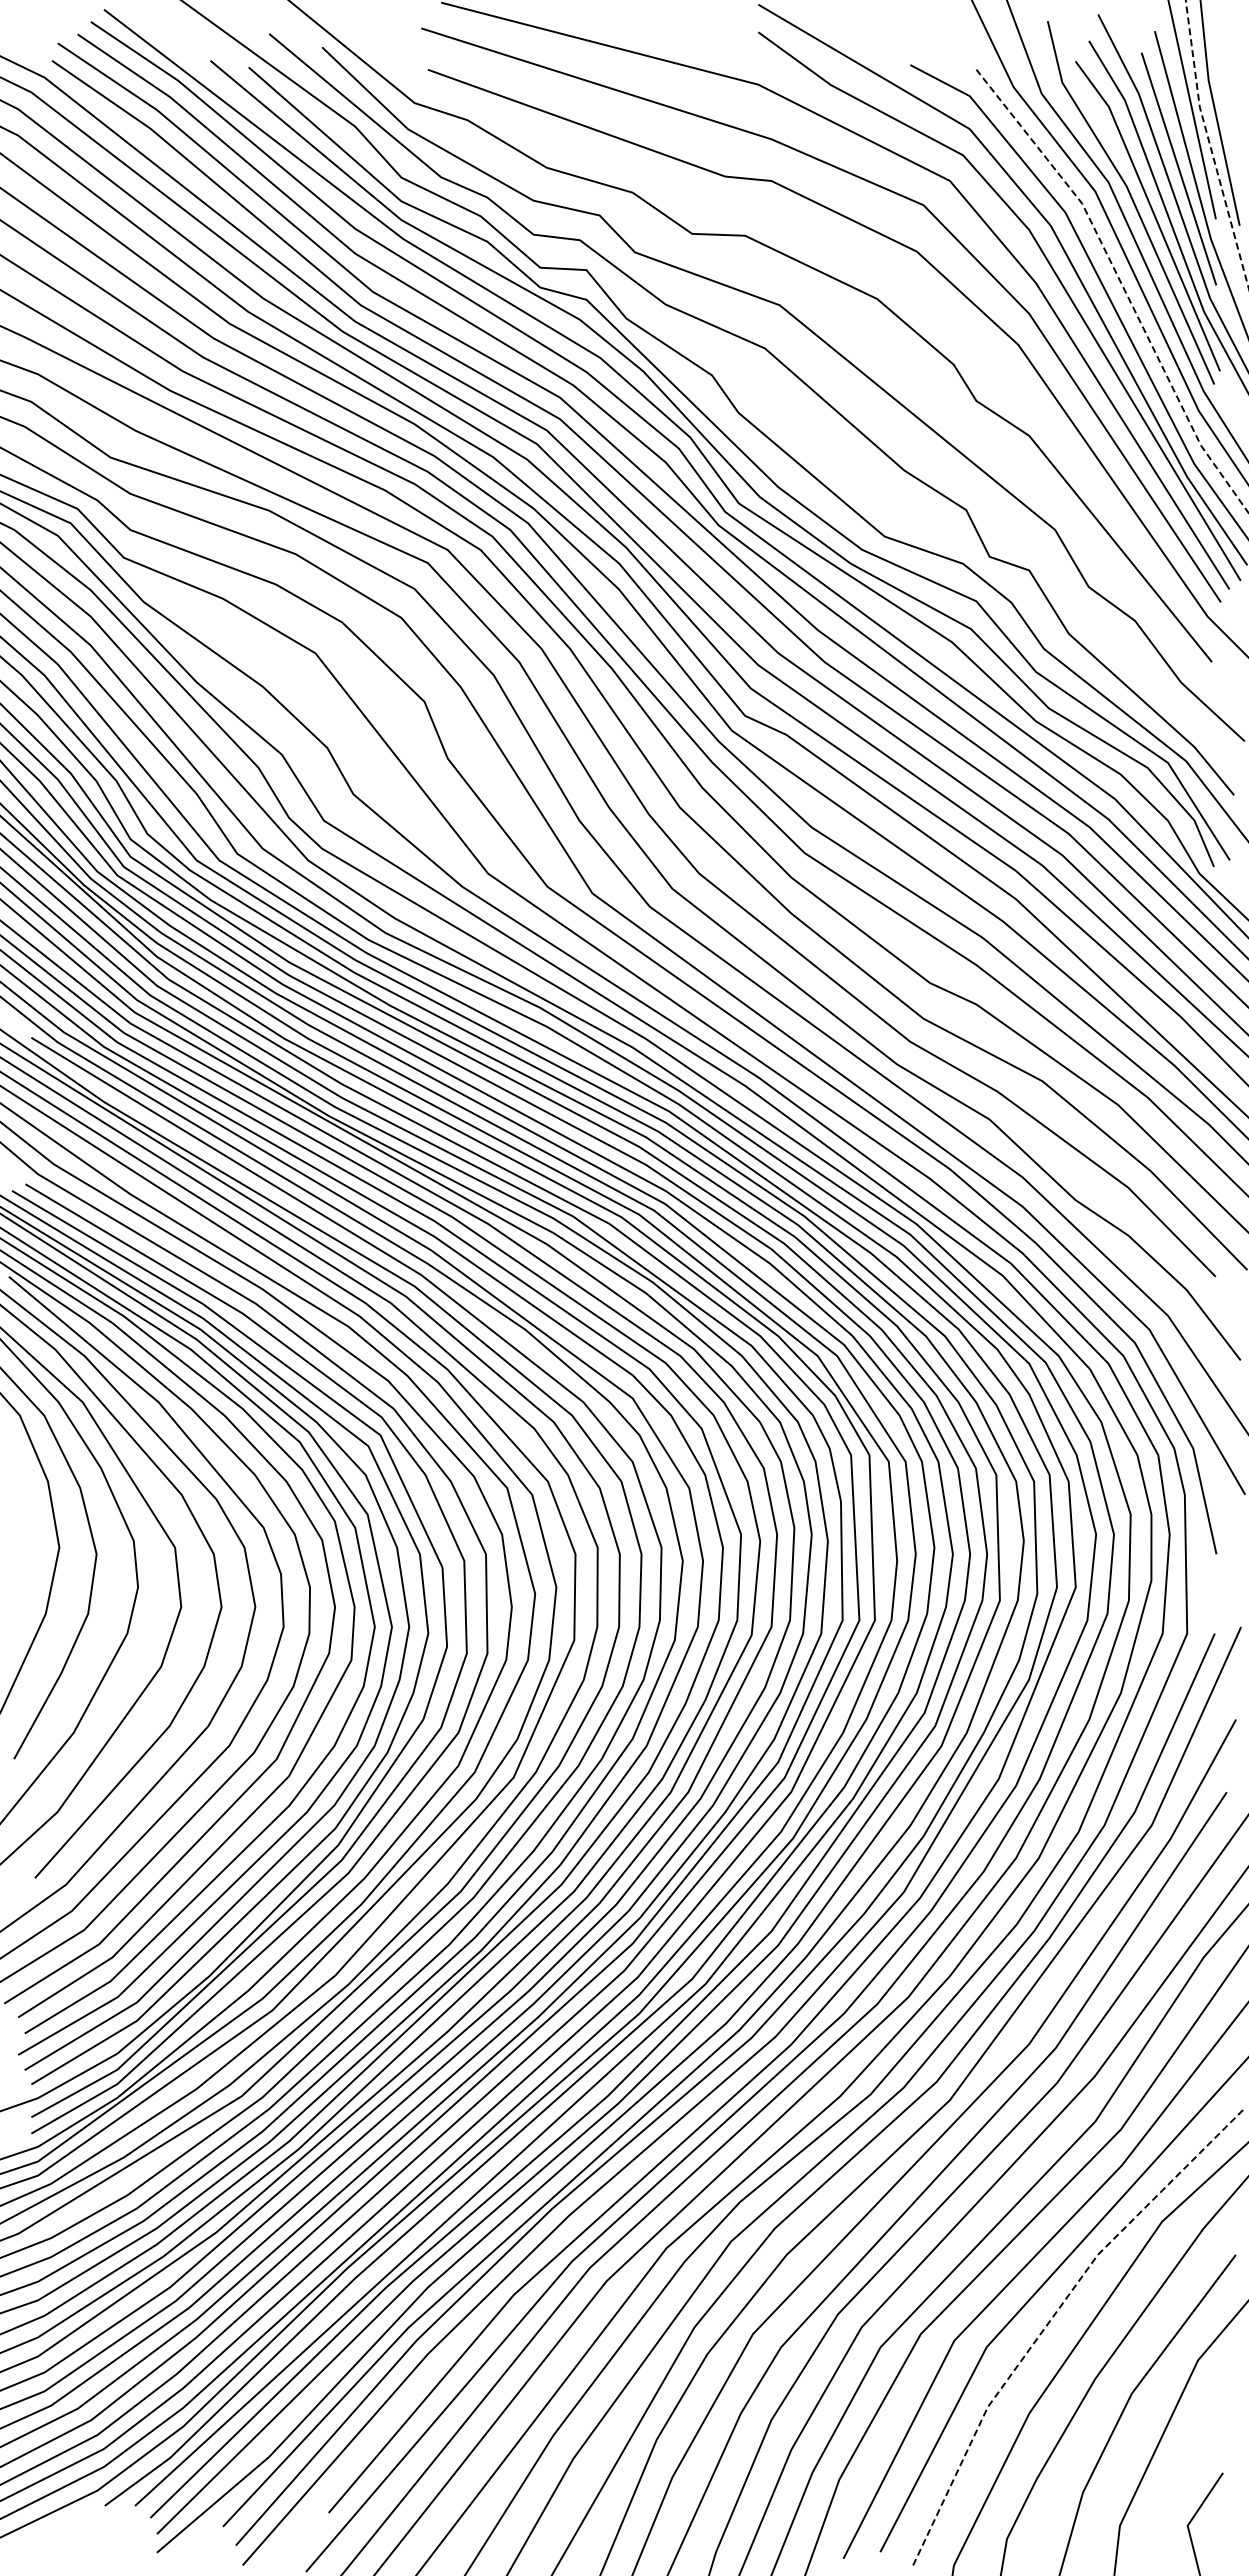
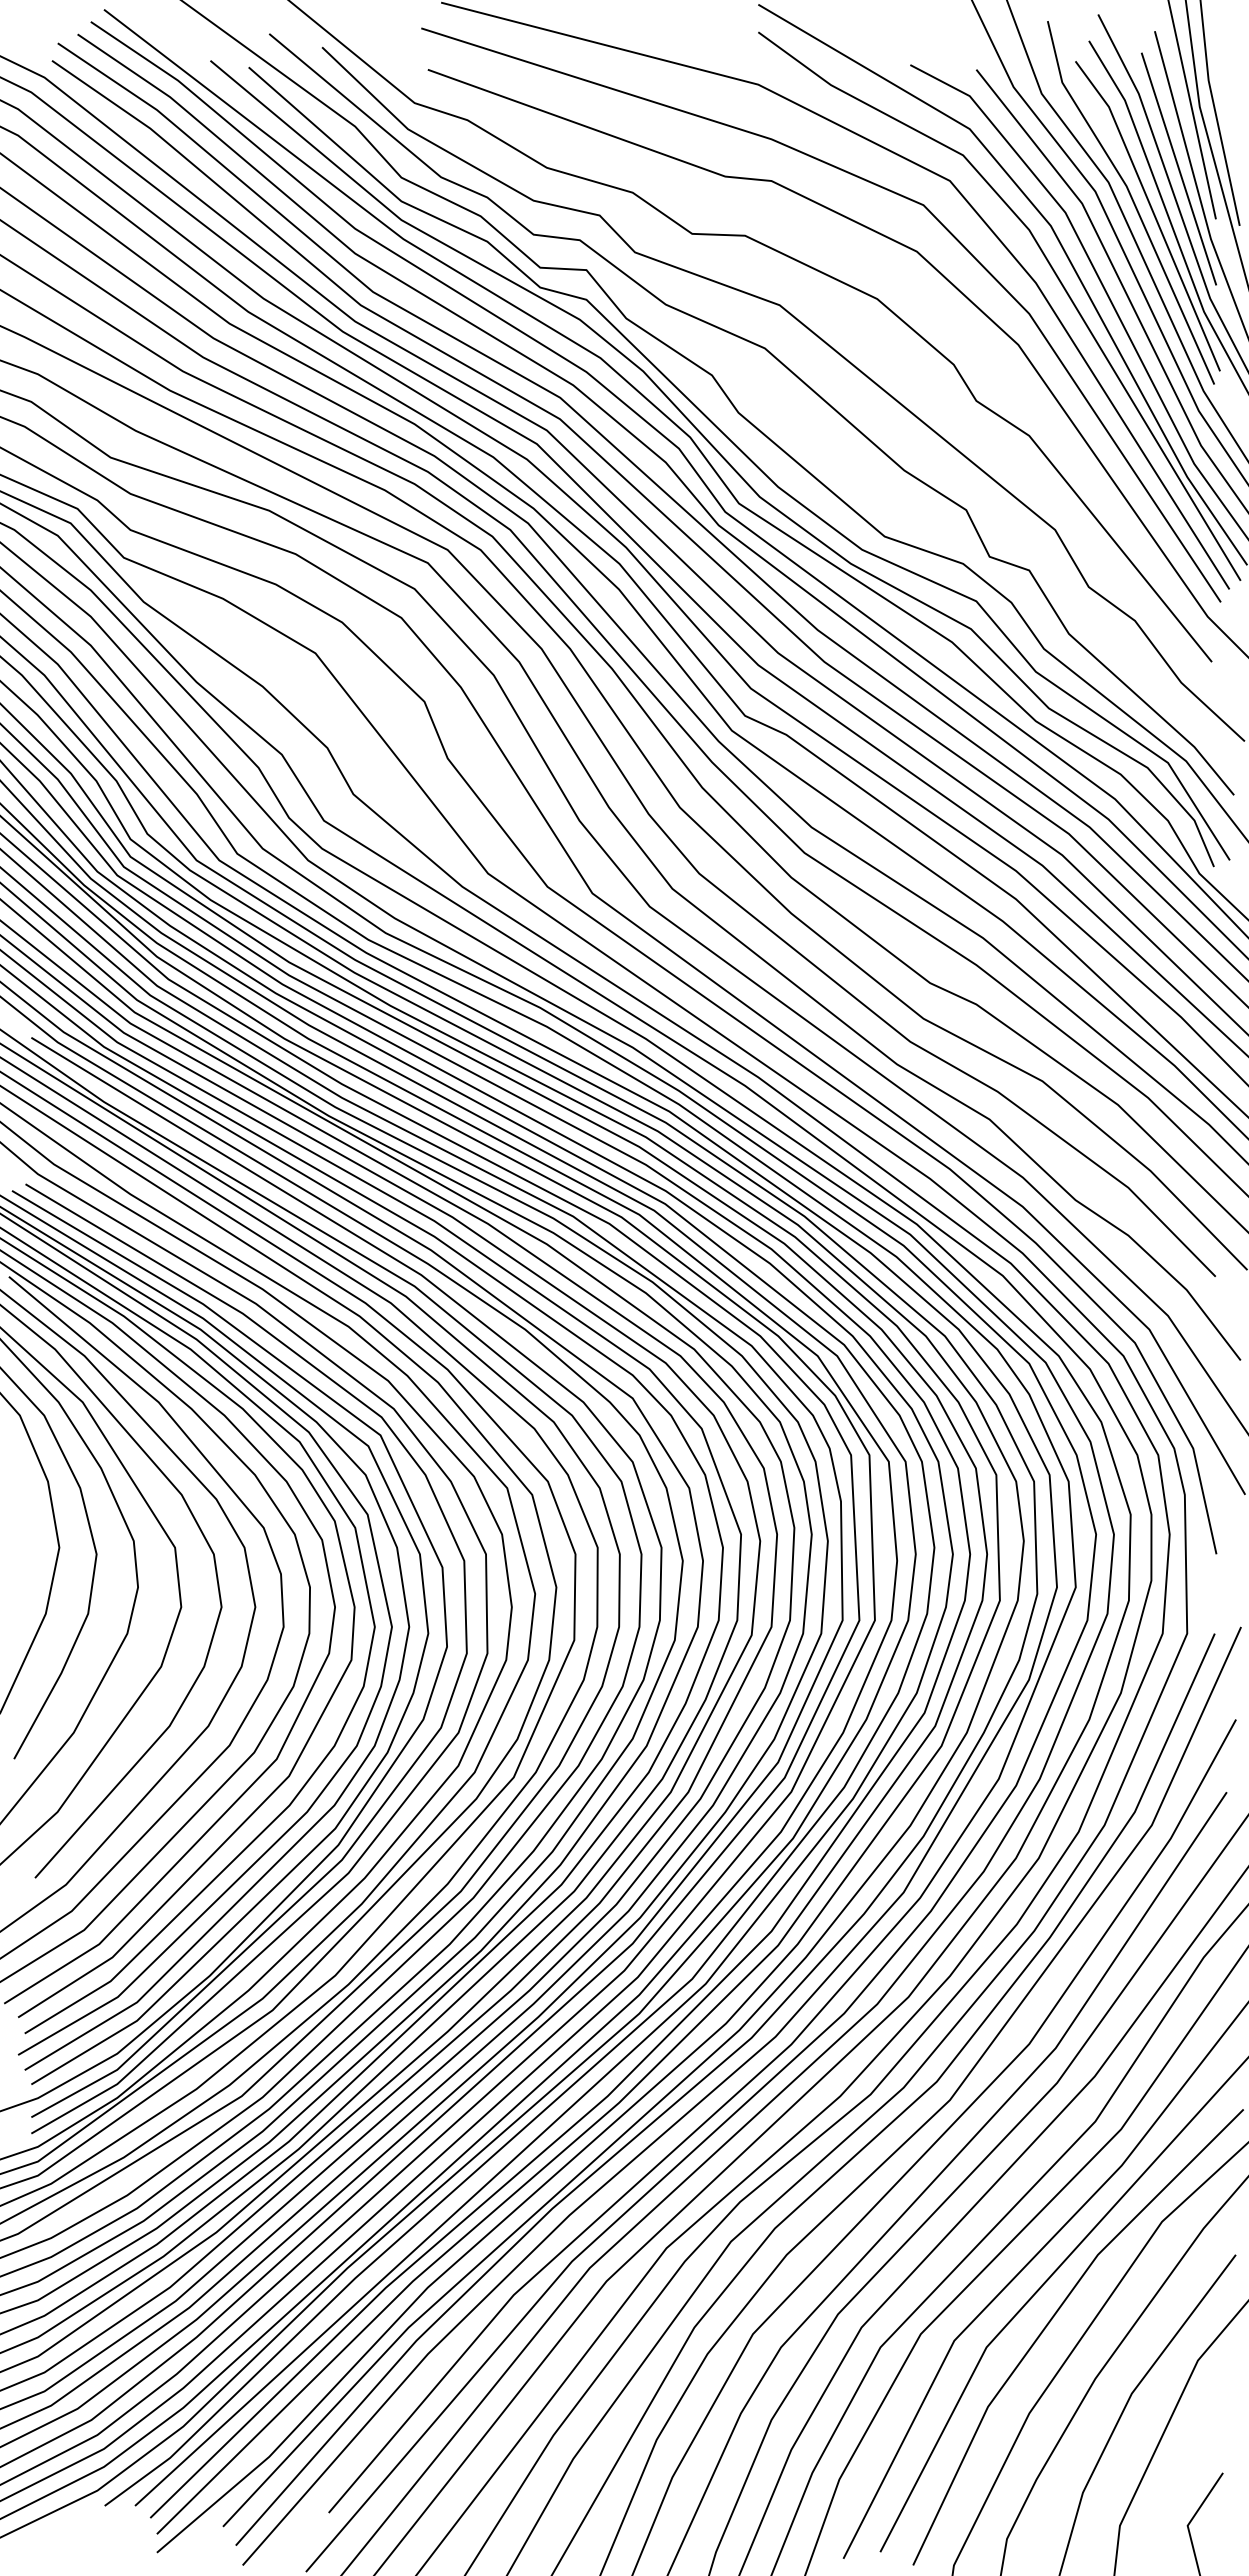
line at (1210, 145): dashed -> solid
line at (1122, 285): dashed -> solid
line at (1051, 2318): dashed -> solid
